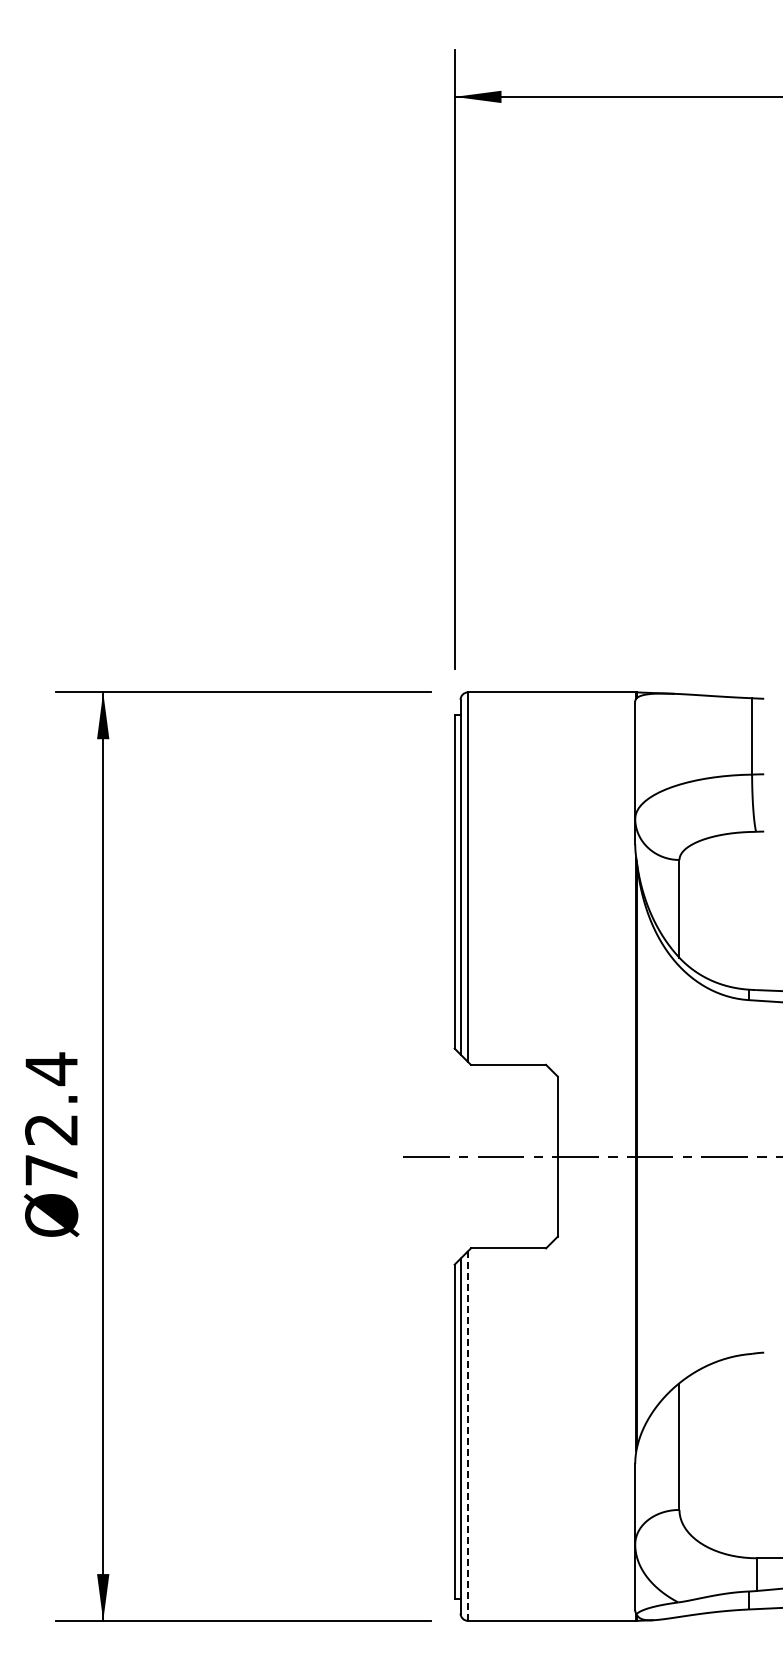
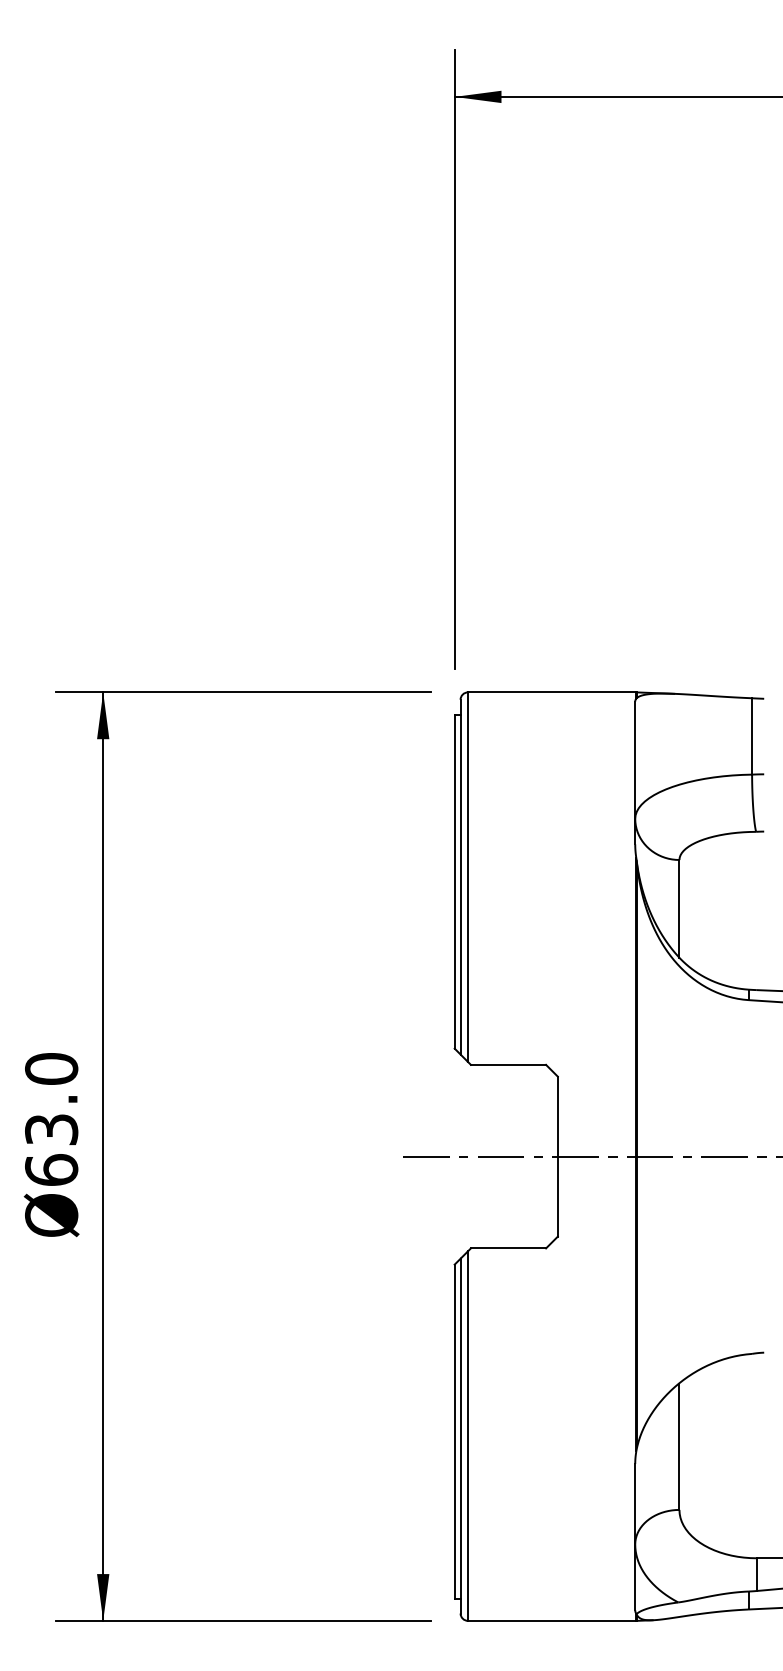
text at (51, 1118): Ø72.4 -> Ø63.0
line at (467, 1436): dashed -> solid
